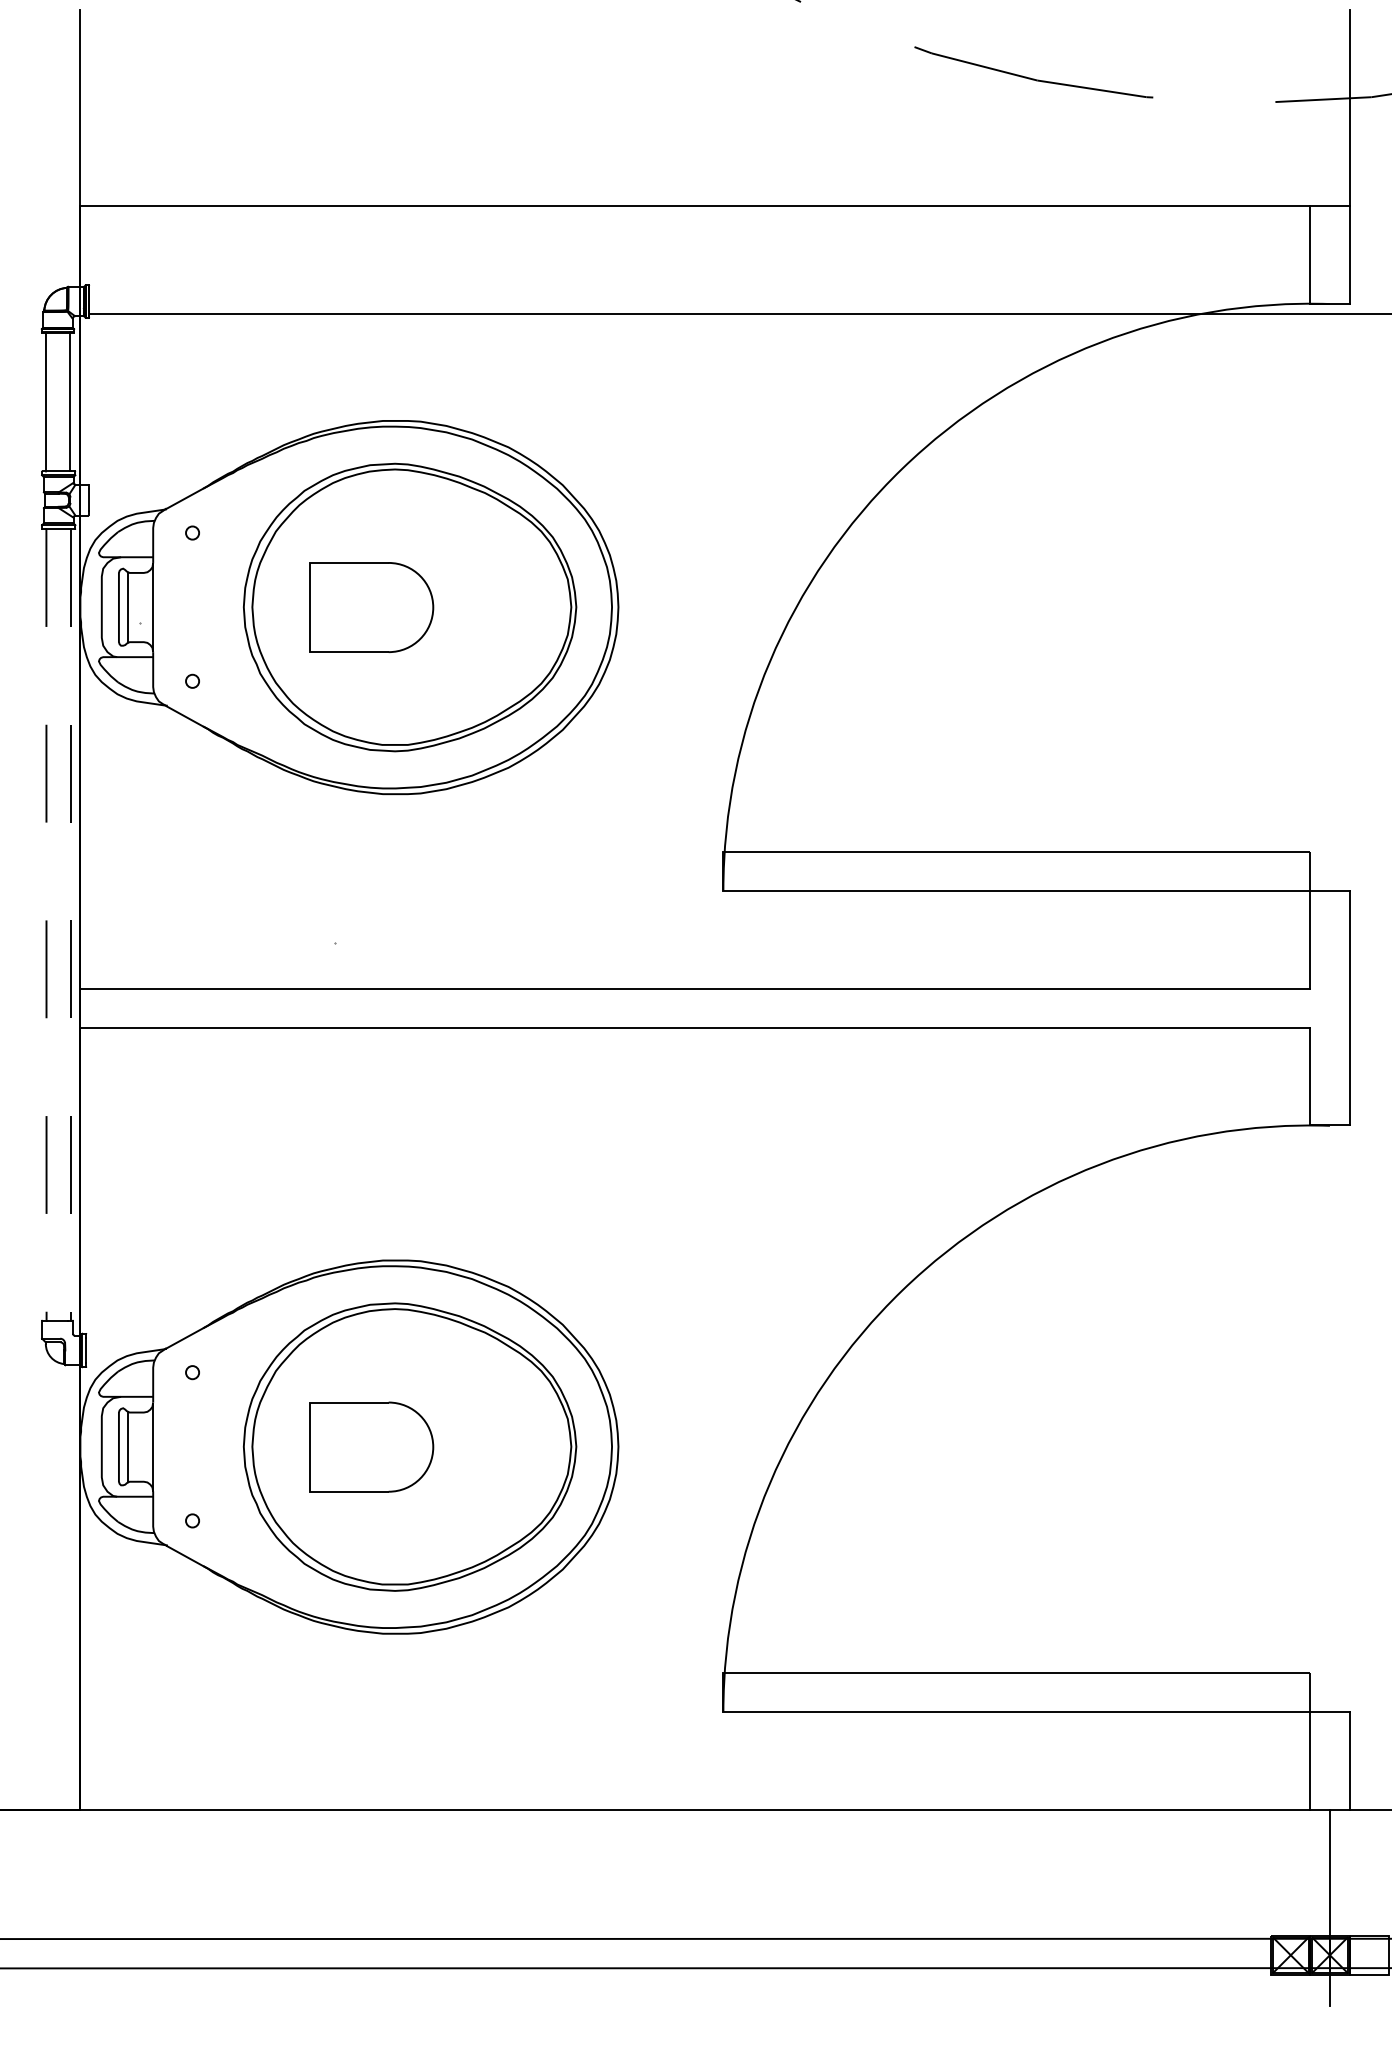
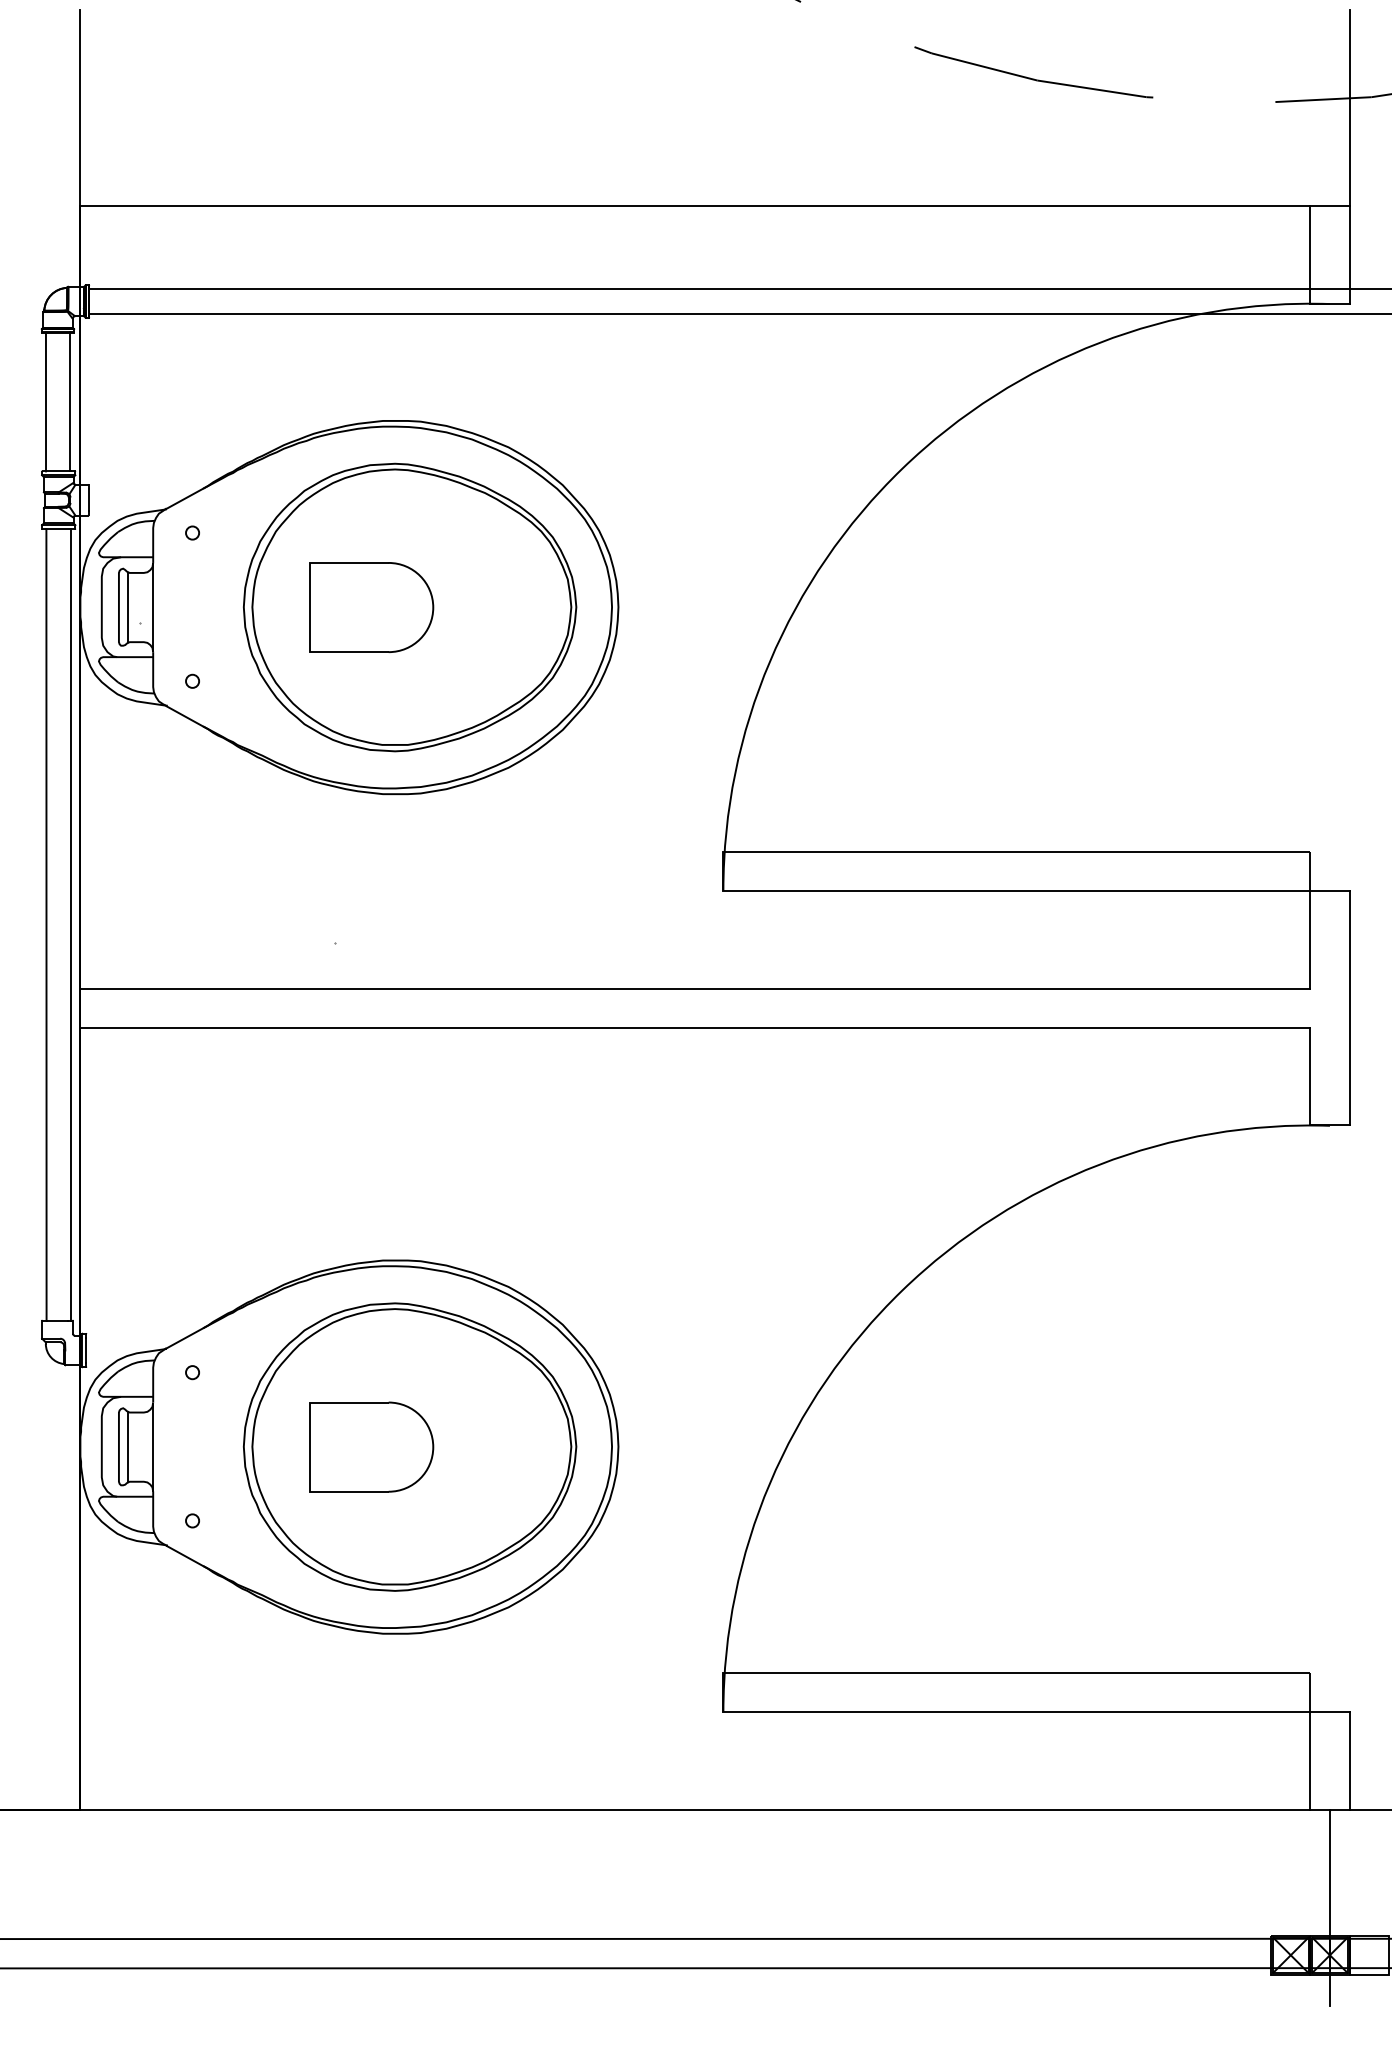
line at (738, 289): none -> present
line at (70, 924): dashed -> solid
line at (46, 925): dashed -> solid
